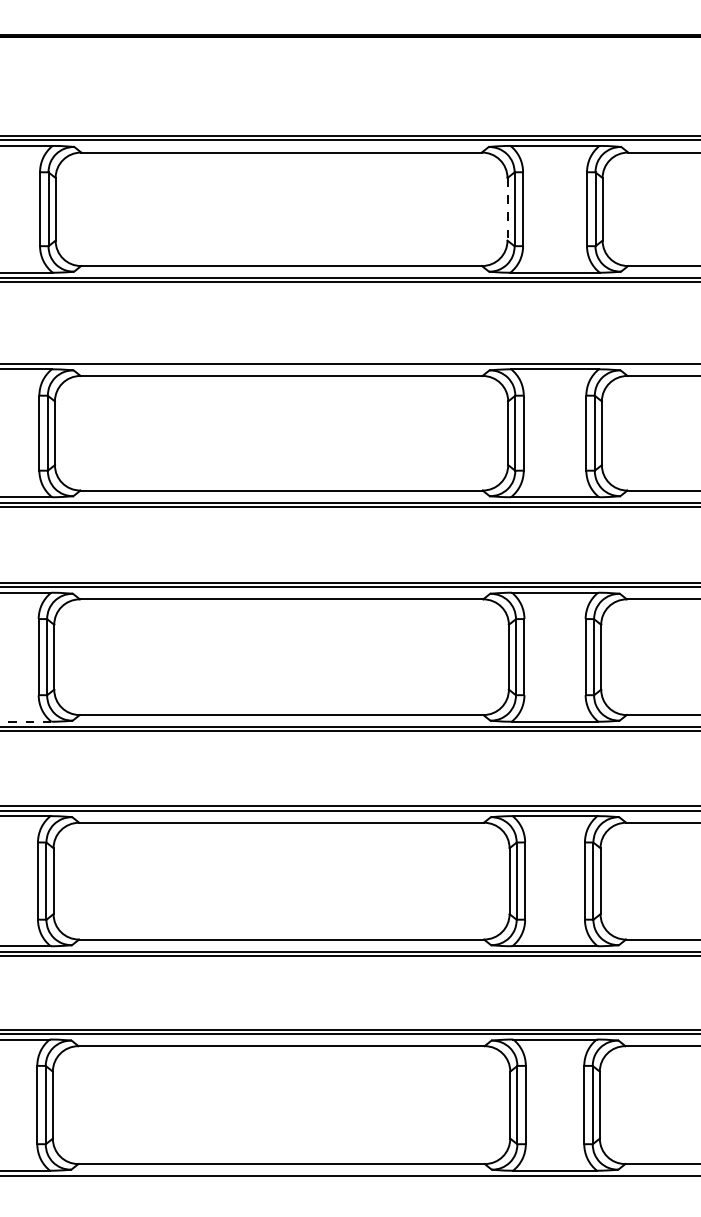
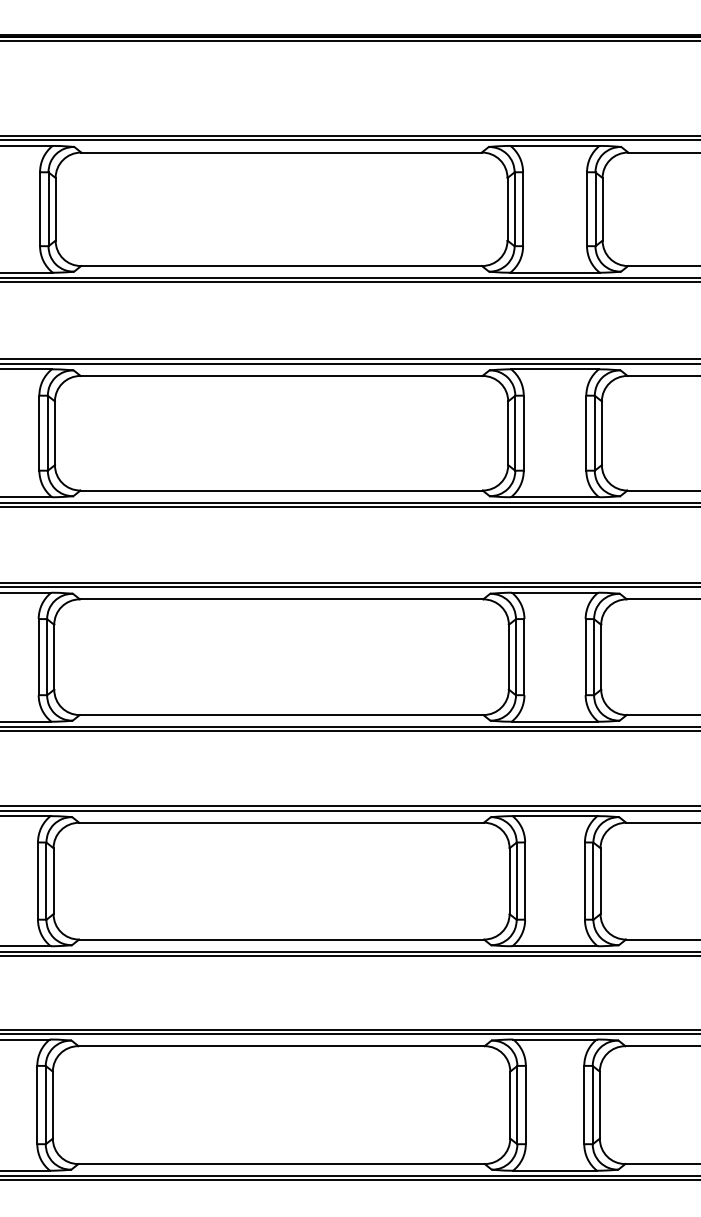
line at (349, 41): none -> present
line at (507, 209): dashed -> solid
line at (349, 359): none -> present
line at (25, 721): dashed -> solid
line at (349, 1180): none -> present
